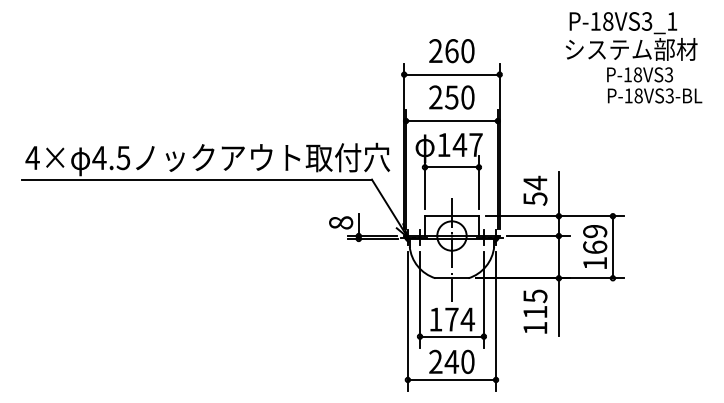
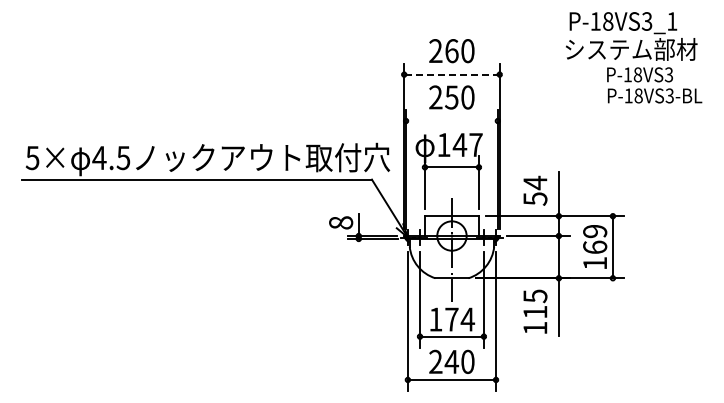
line at (451, 74): solid -> dashed
line at (451, 121): present -> none
text at (32, 158): 4× -> 5×
